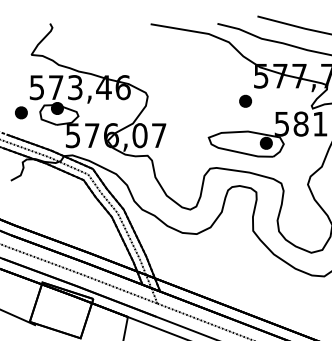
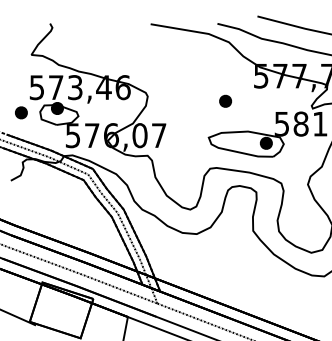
part at (245, 100) position: (245, 100) -> (225, 100)
